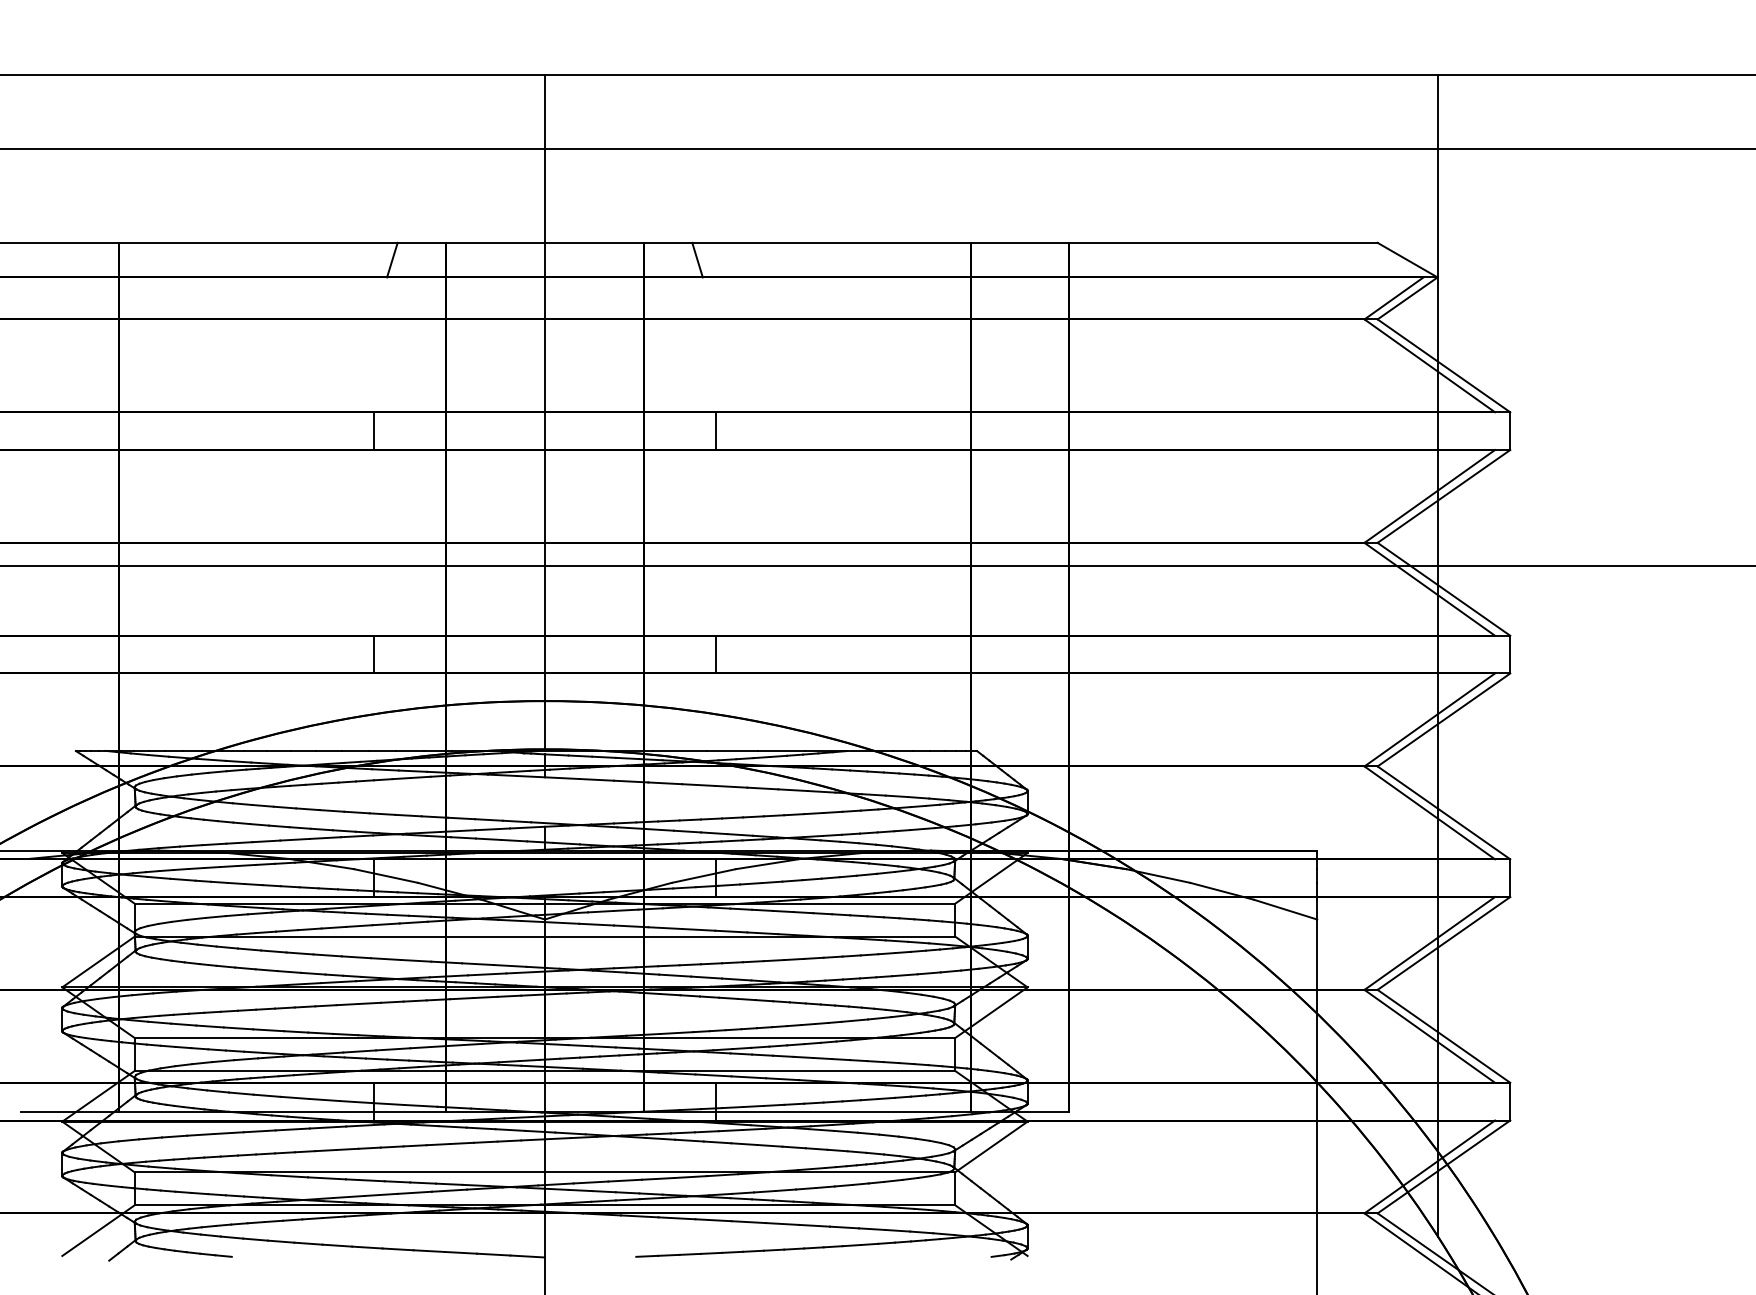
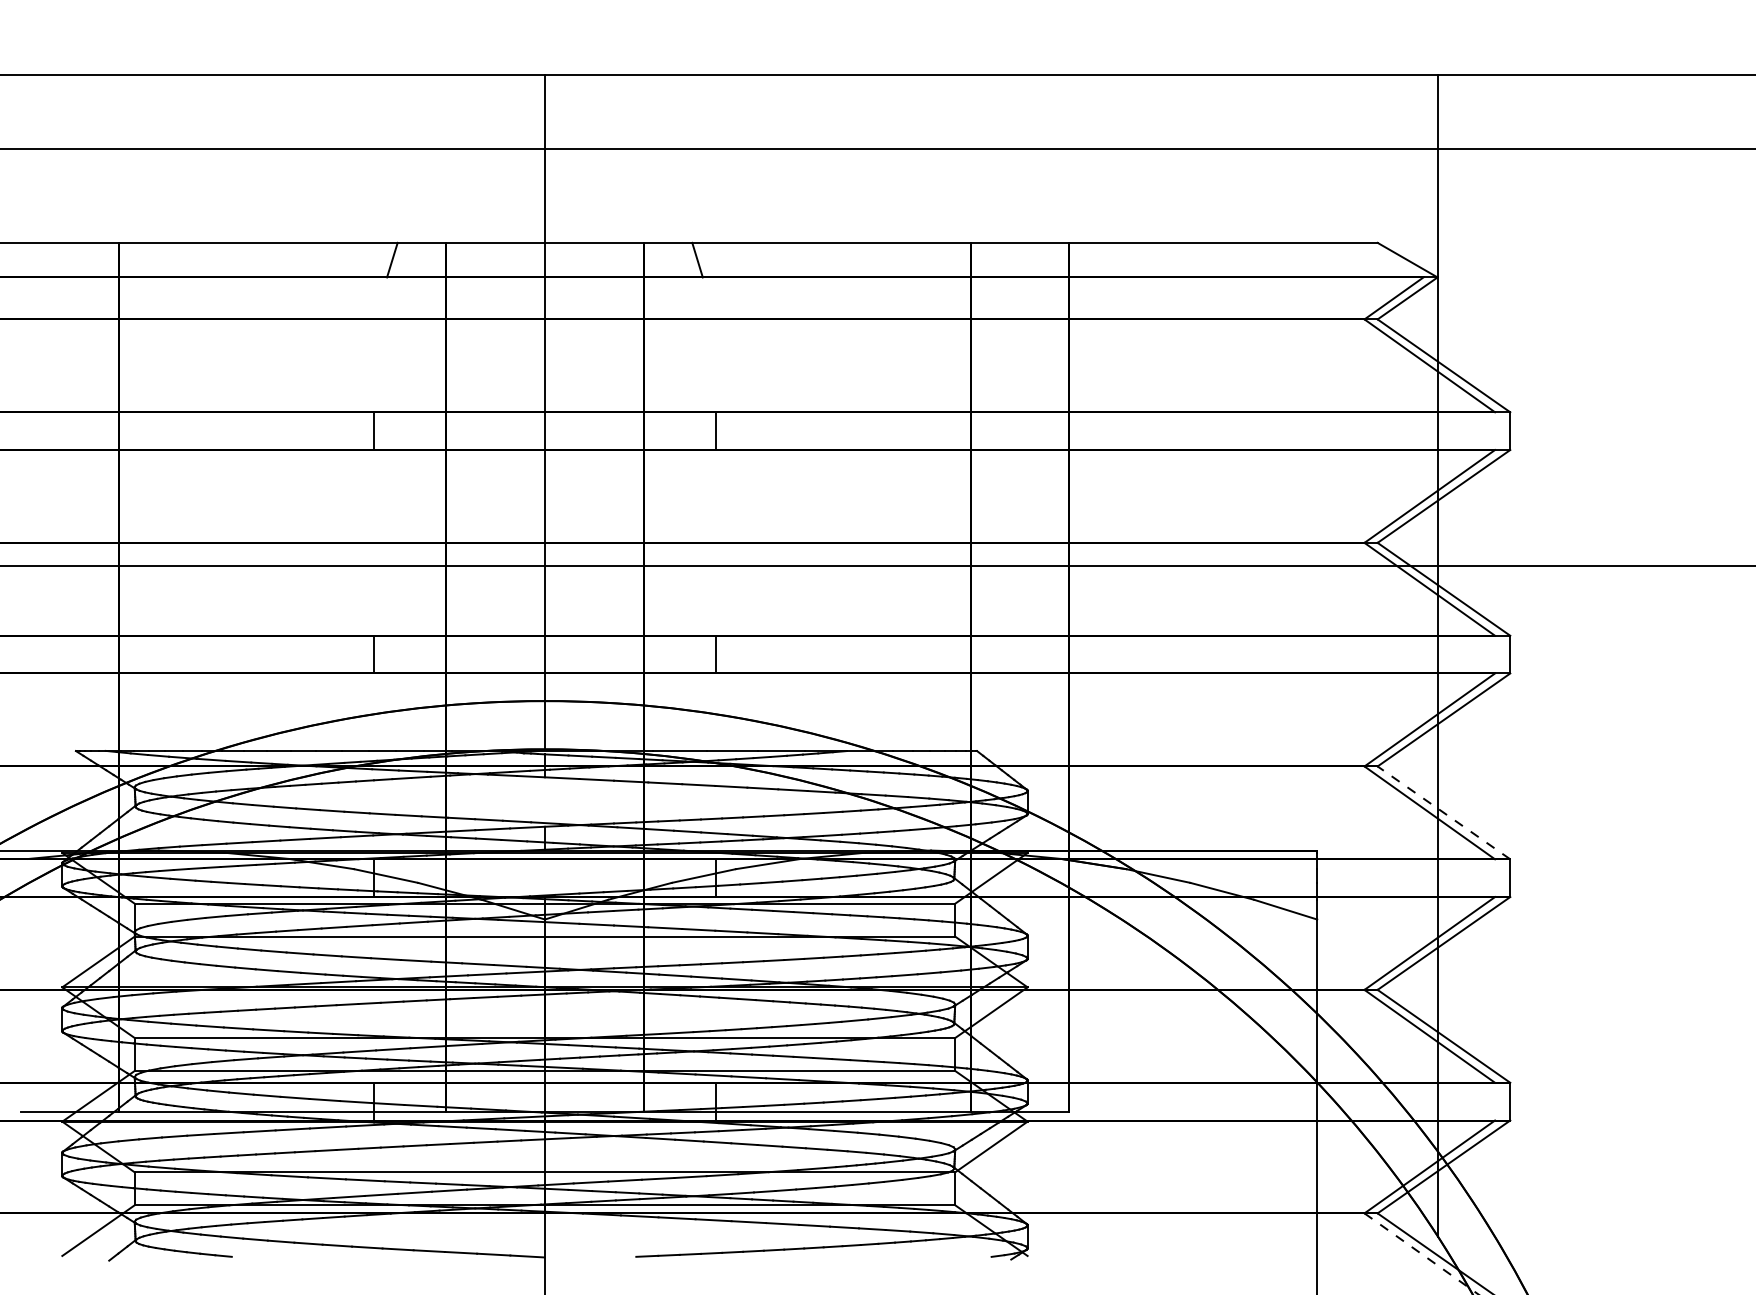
line at (1443, 812): solid -> dashed
line at (1422, 1254): solid -> dashed
